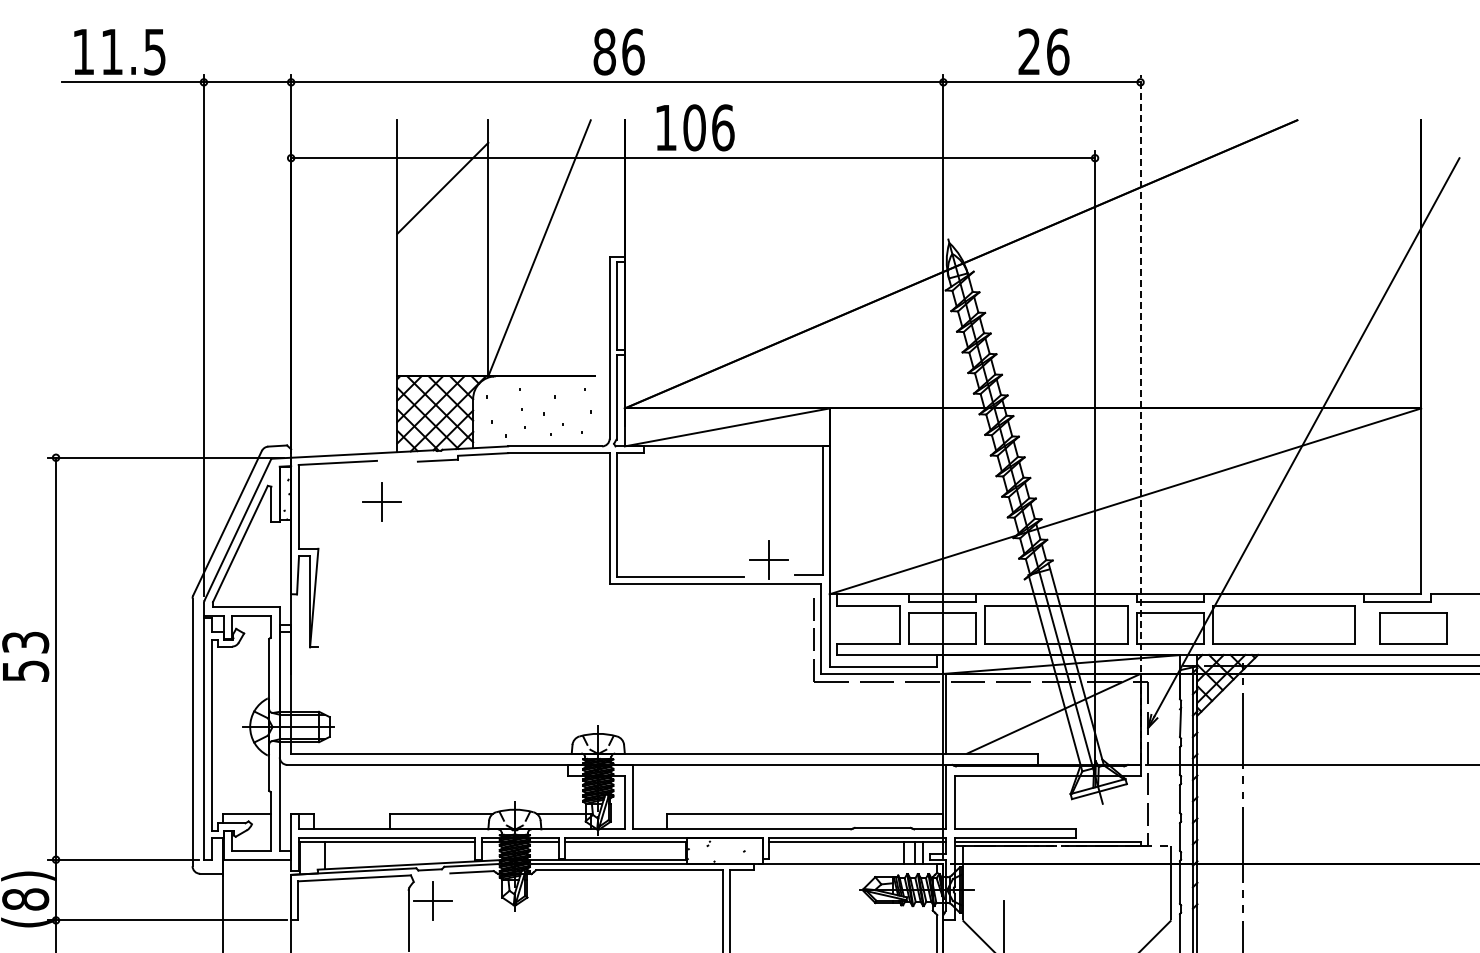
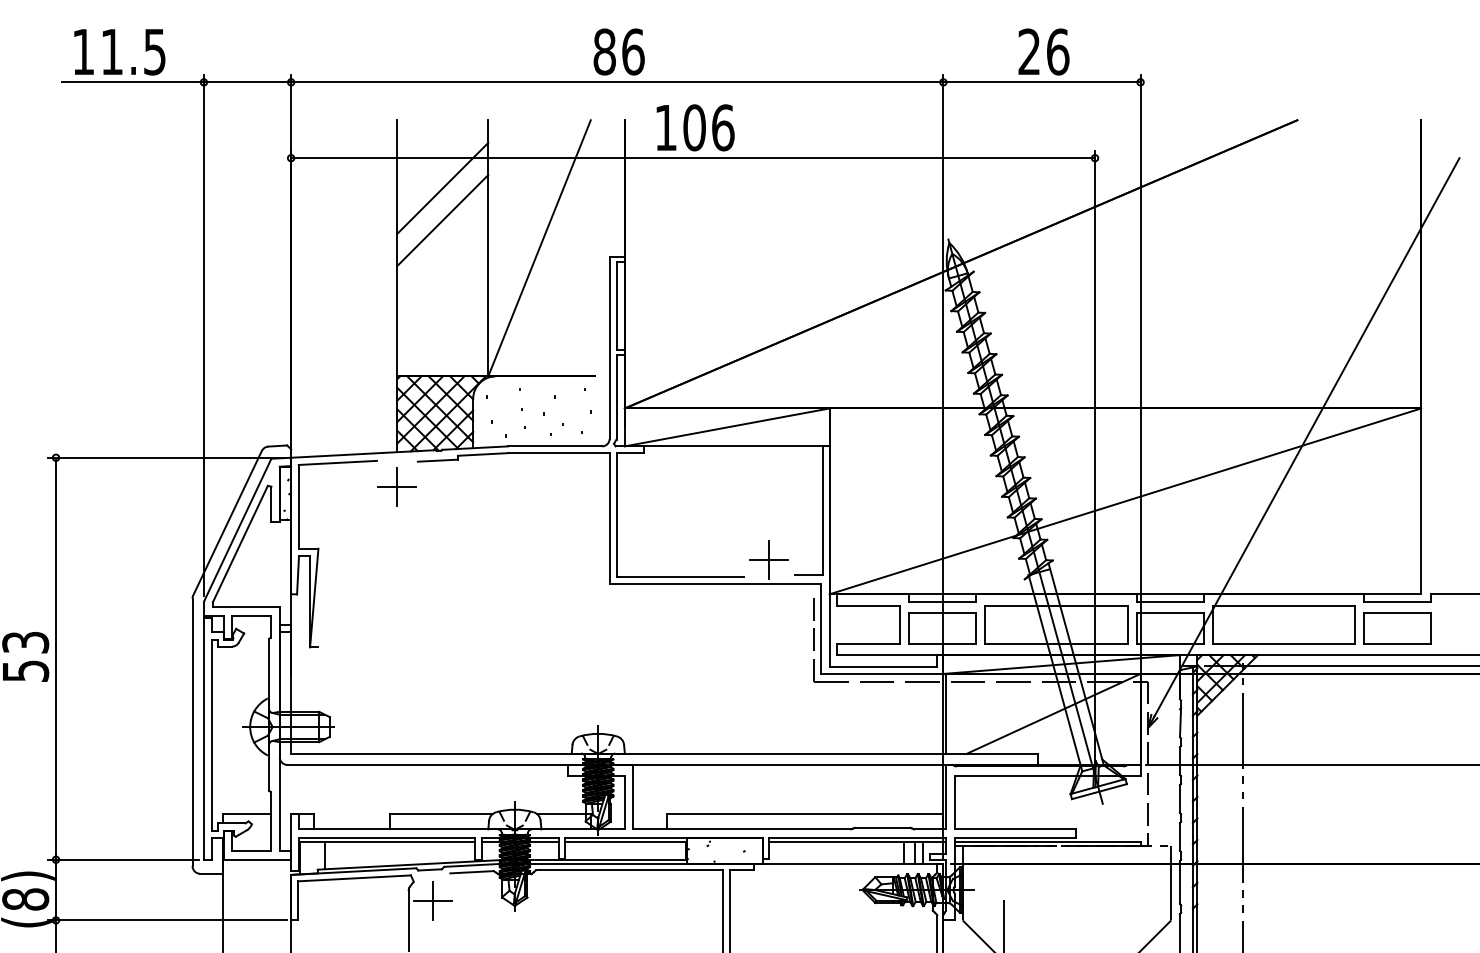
line at (442, 220): none -> present
line at (1140, 416): dashed -> solid
part at (381, 501) position: (381, 501) -> (396, 486)
part at (1413, 628) position: (1413, 628) -> (1397, 628)
